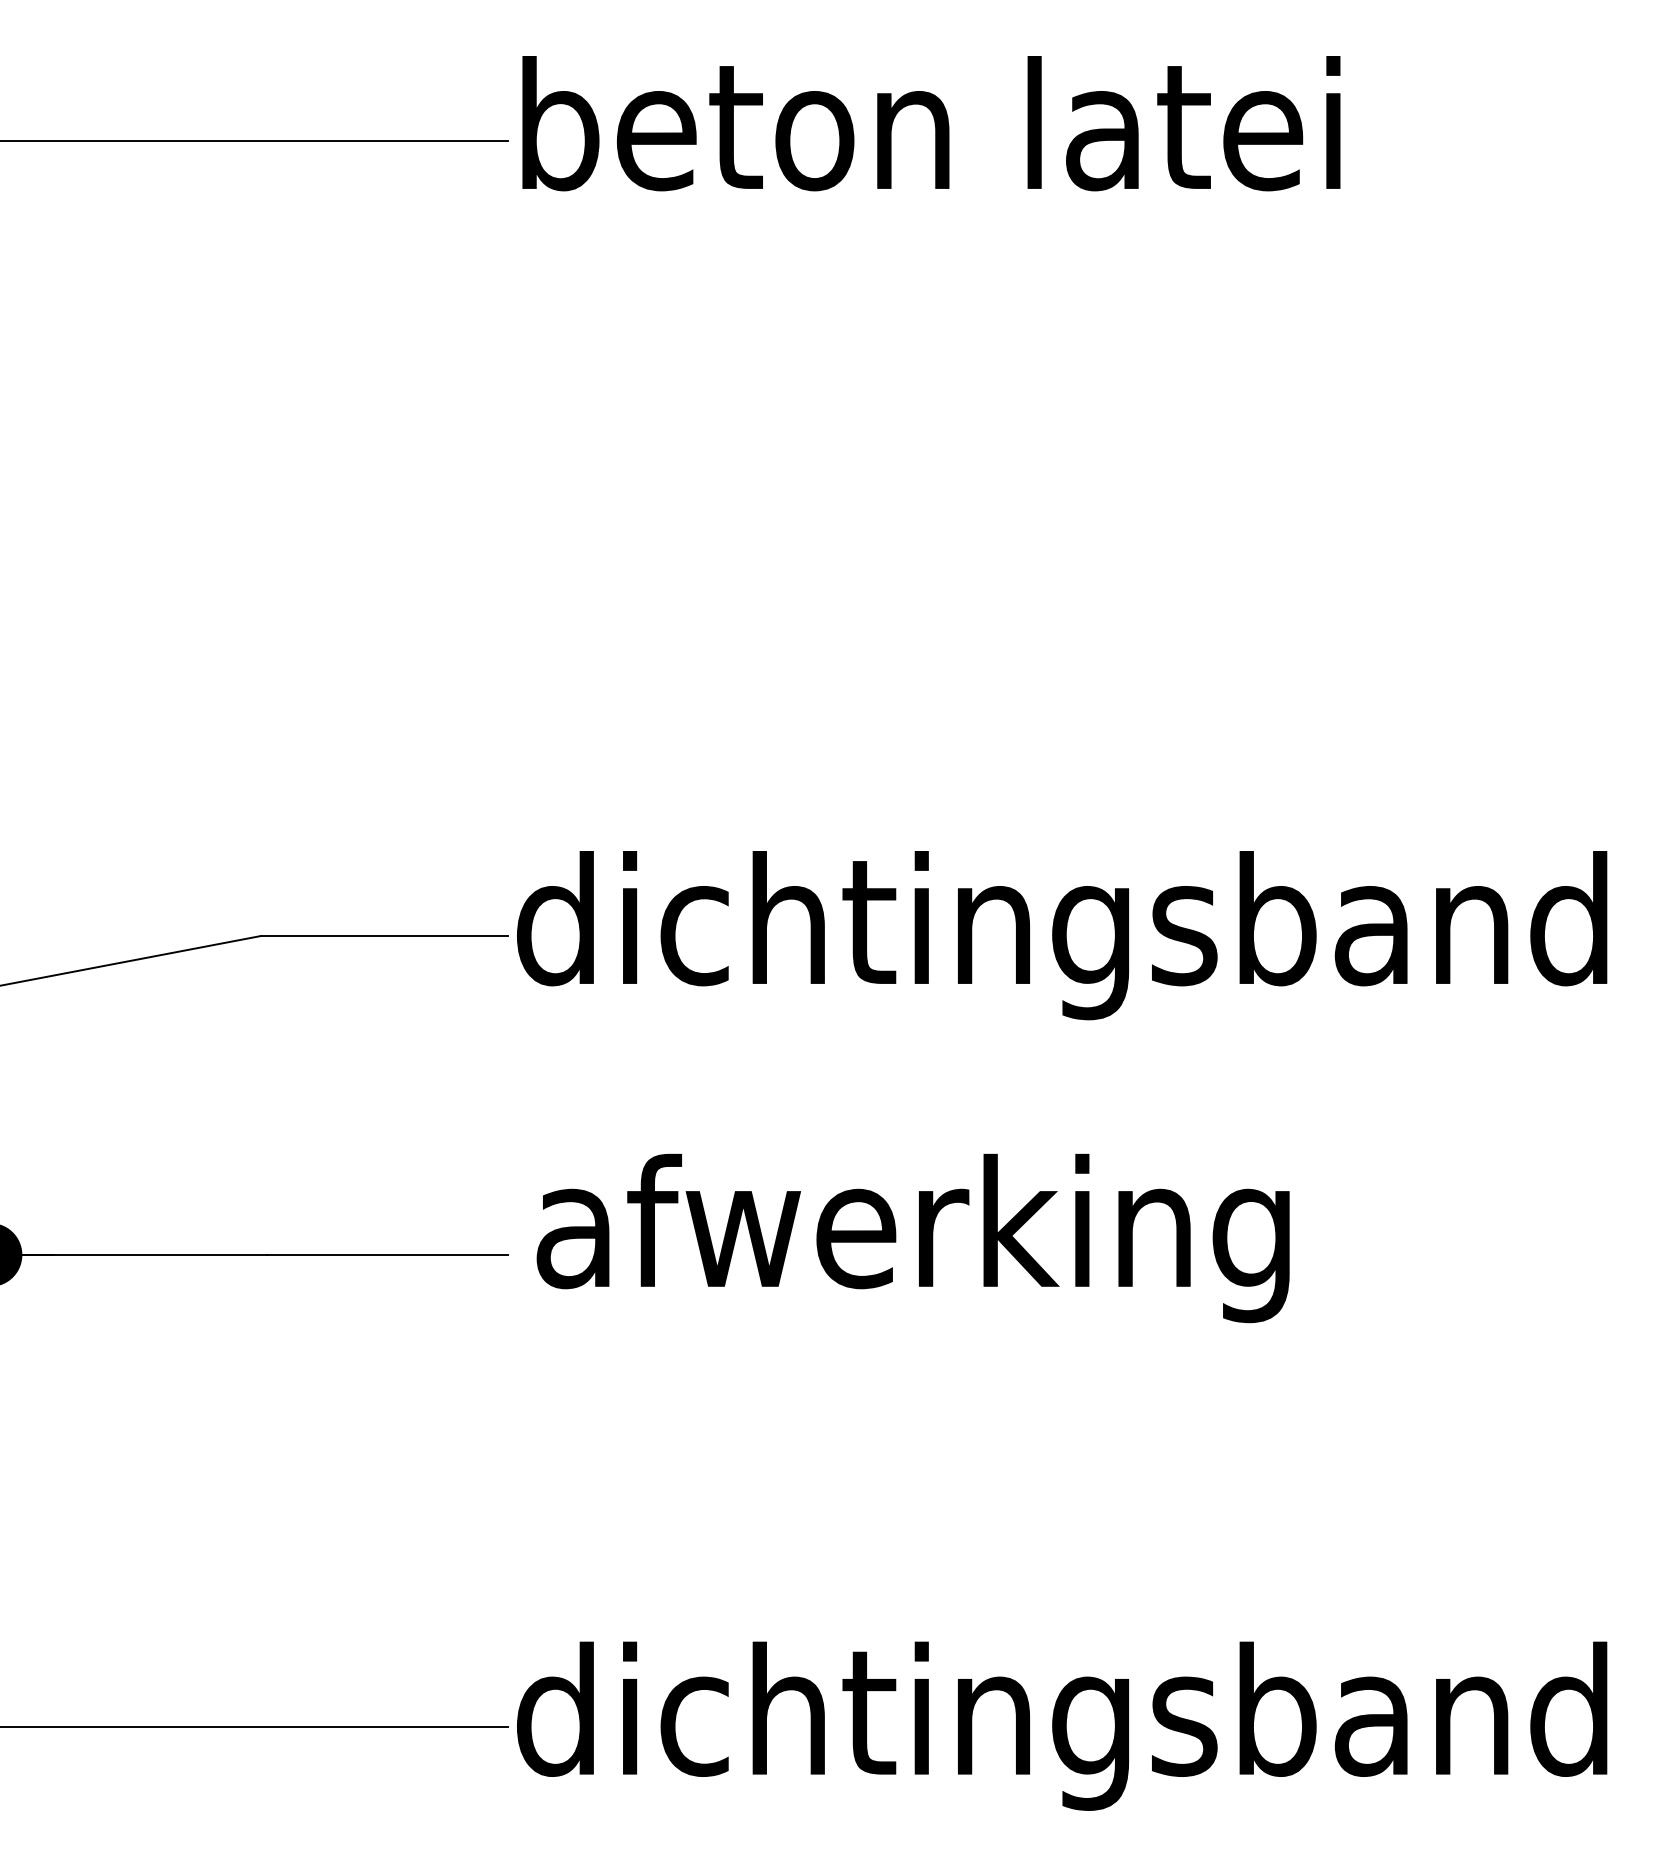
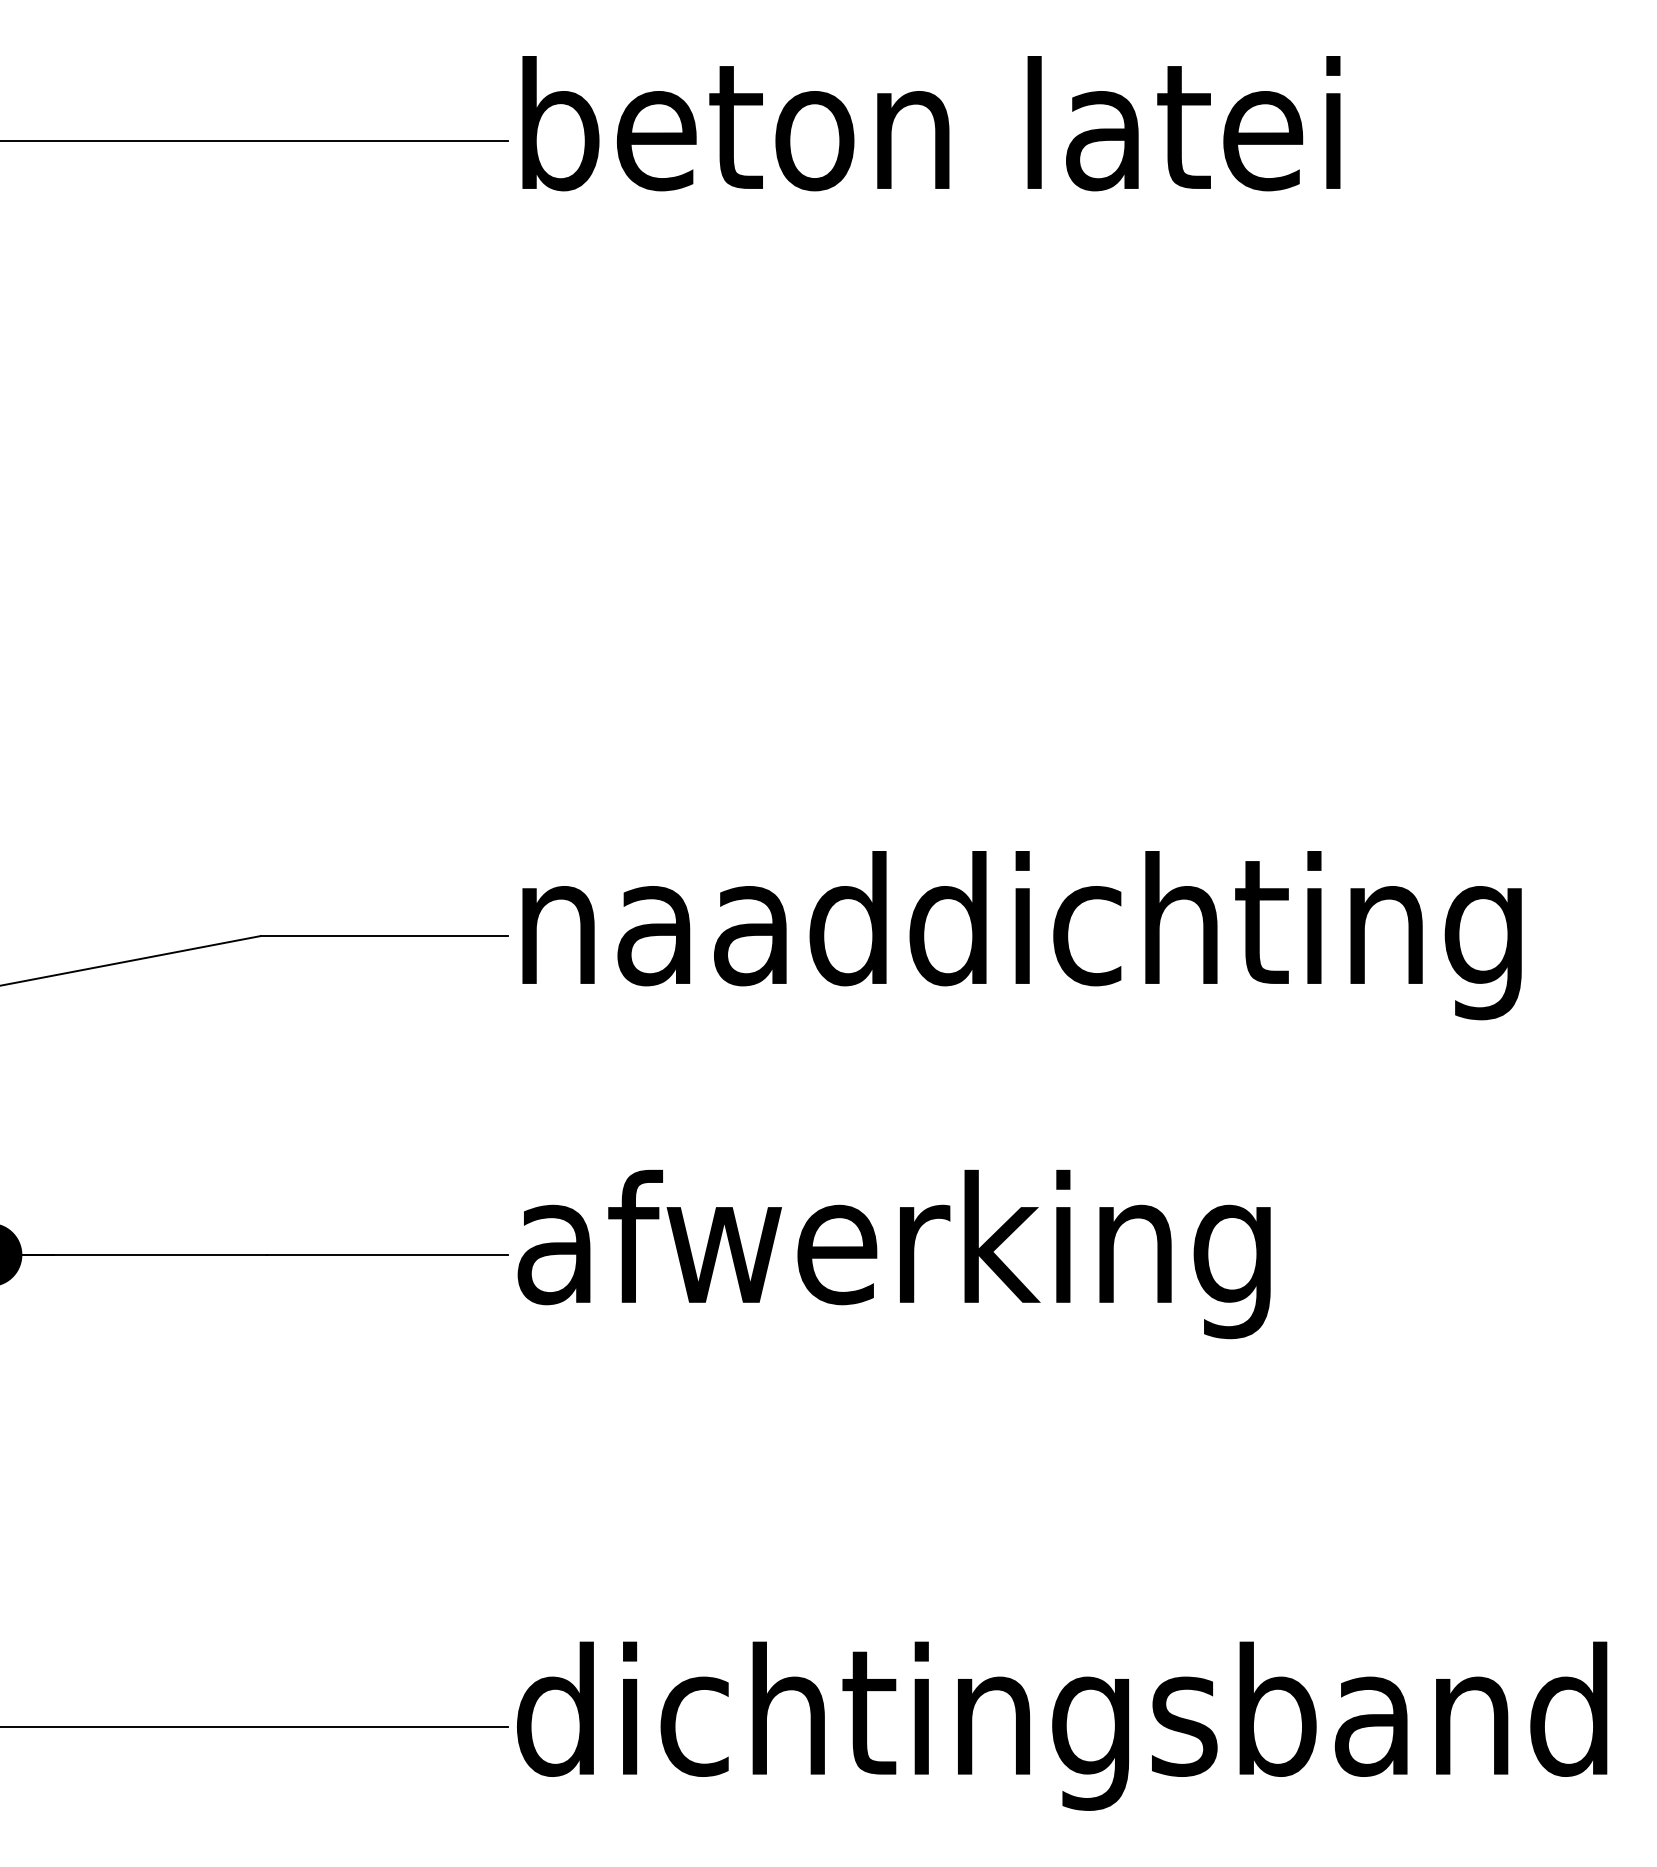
text at (1062, 935): dichtingsband -> naaddichting
text at (912, 1238) position: (912, 1238) -> (893, 1254)
